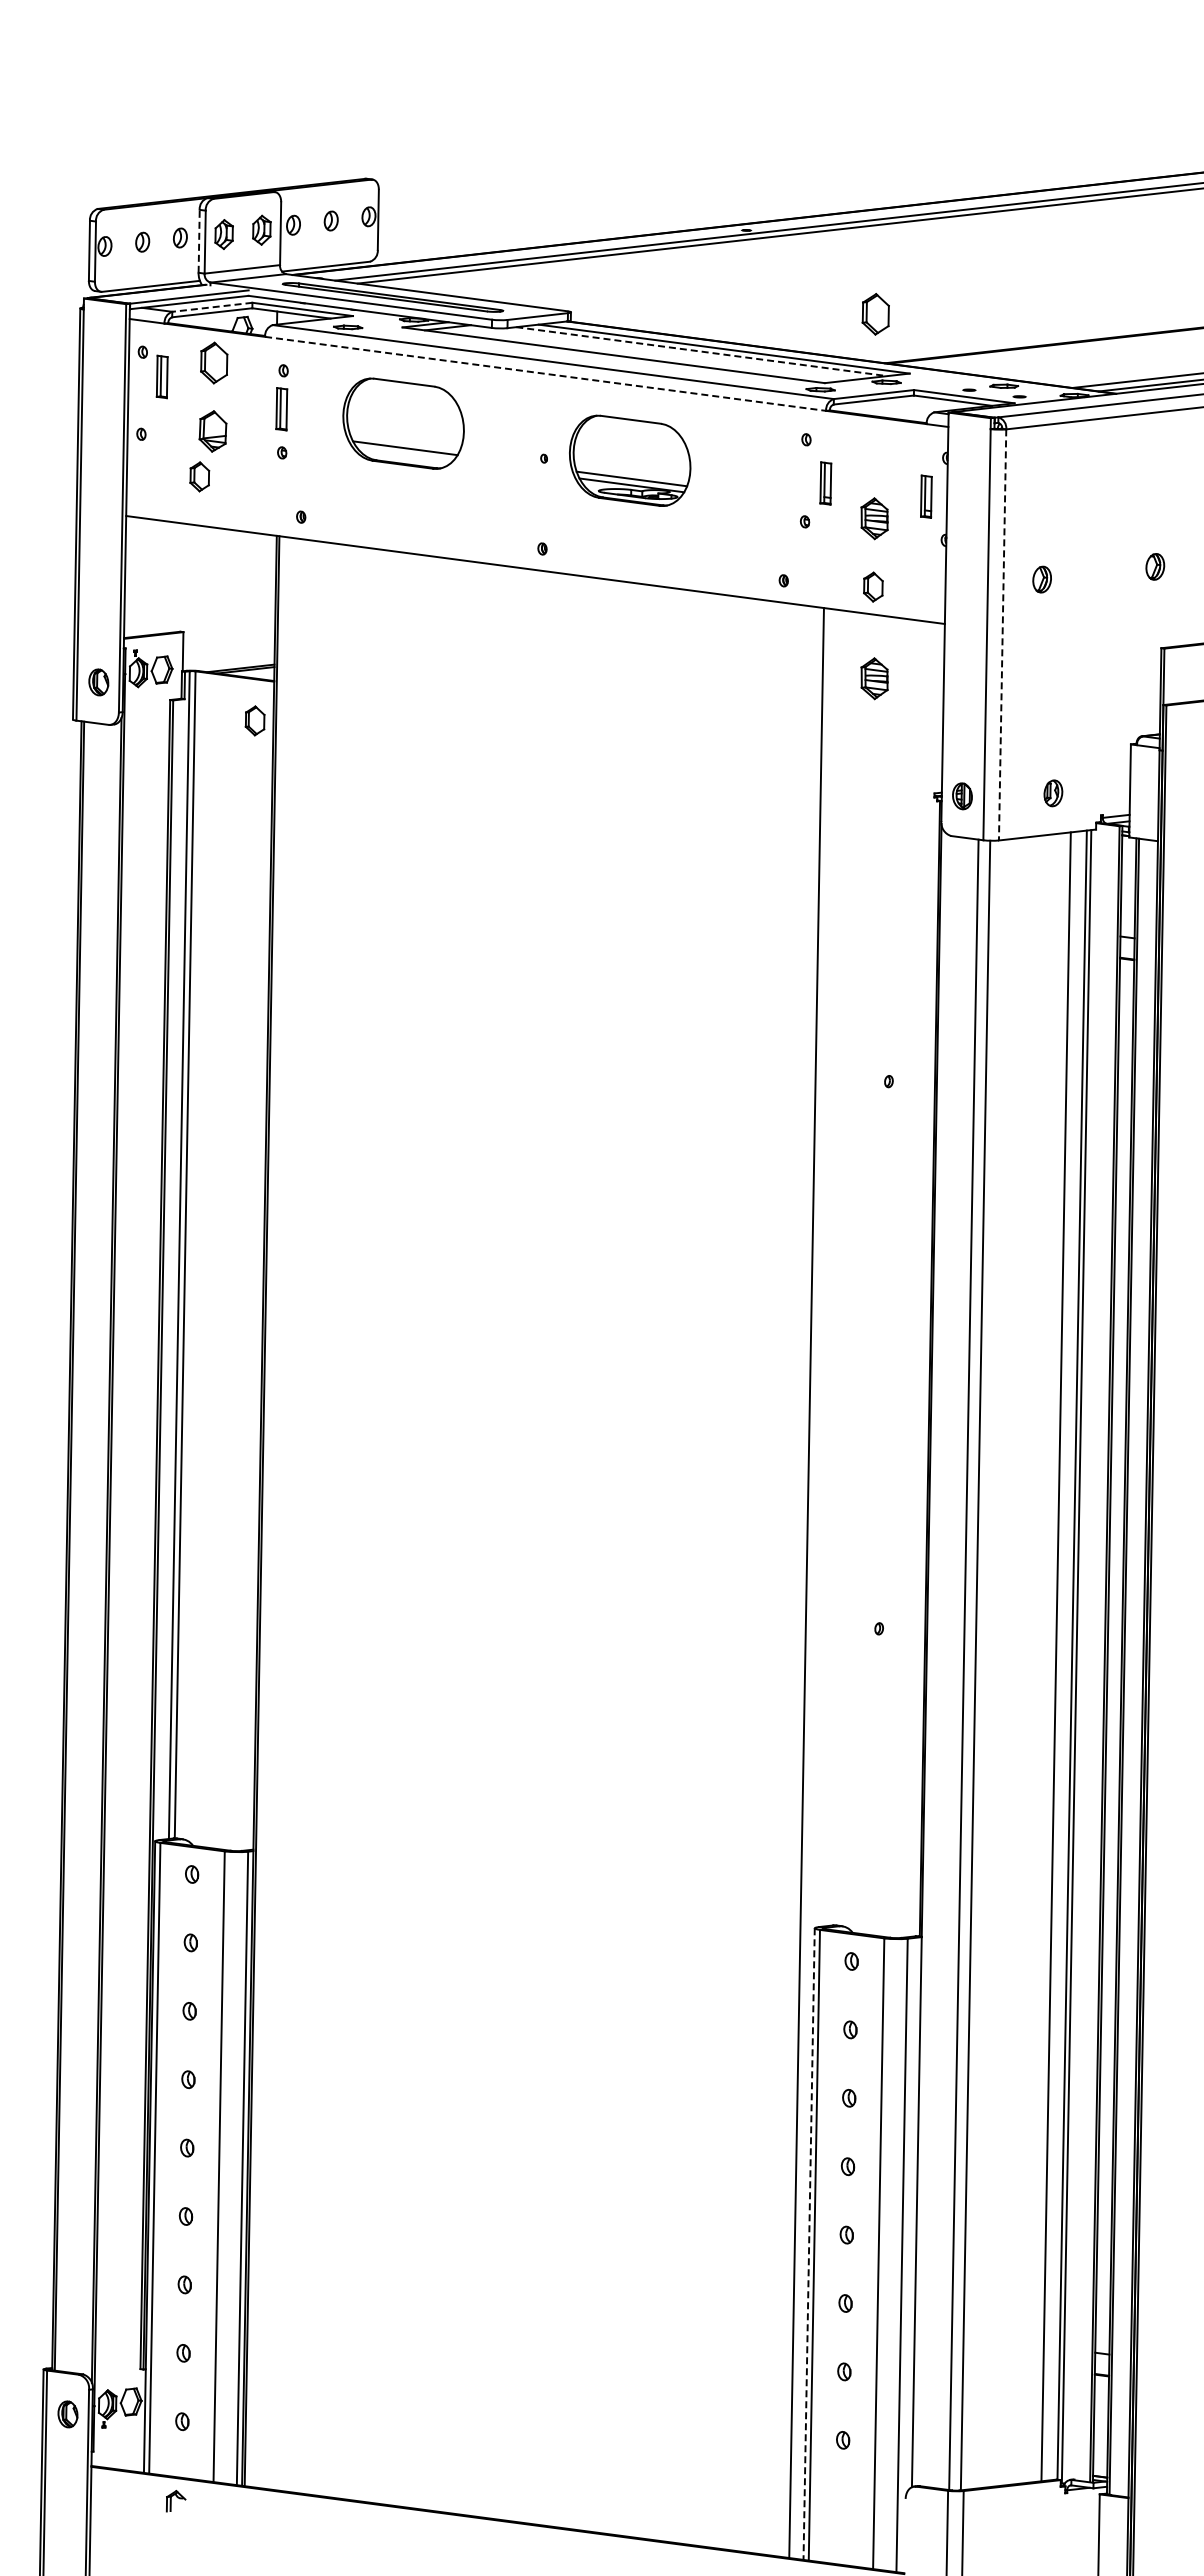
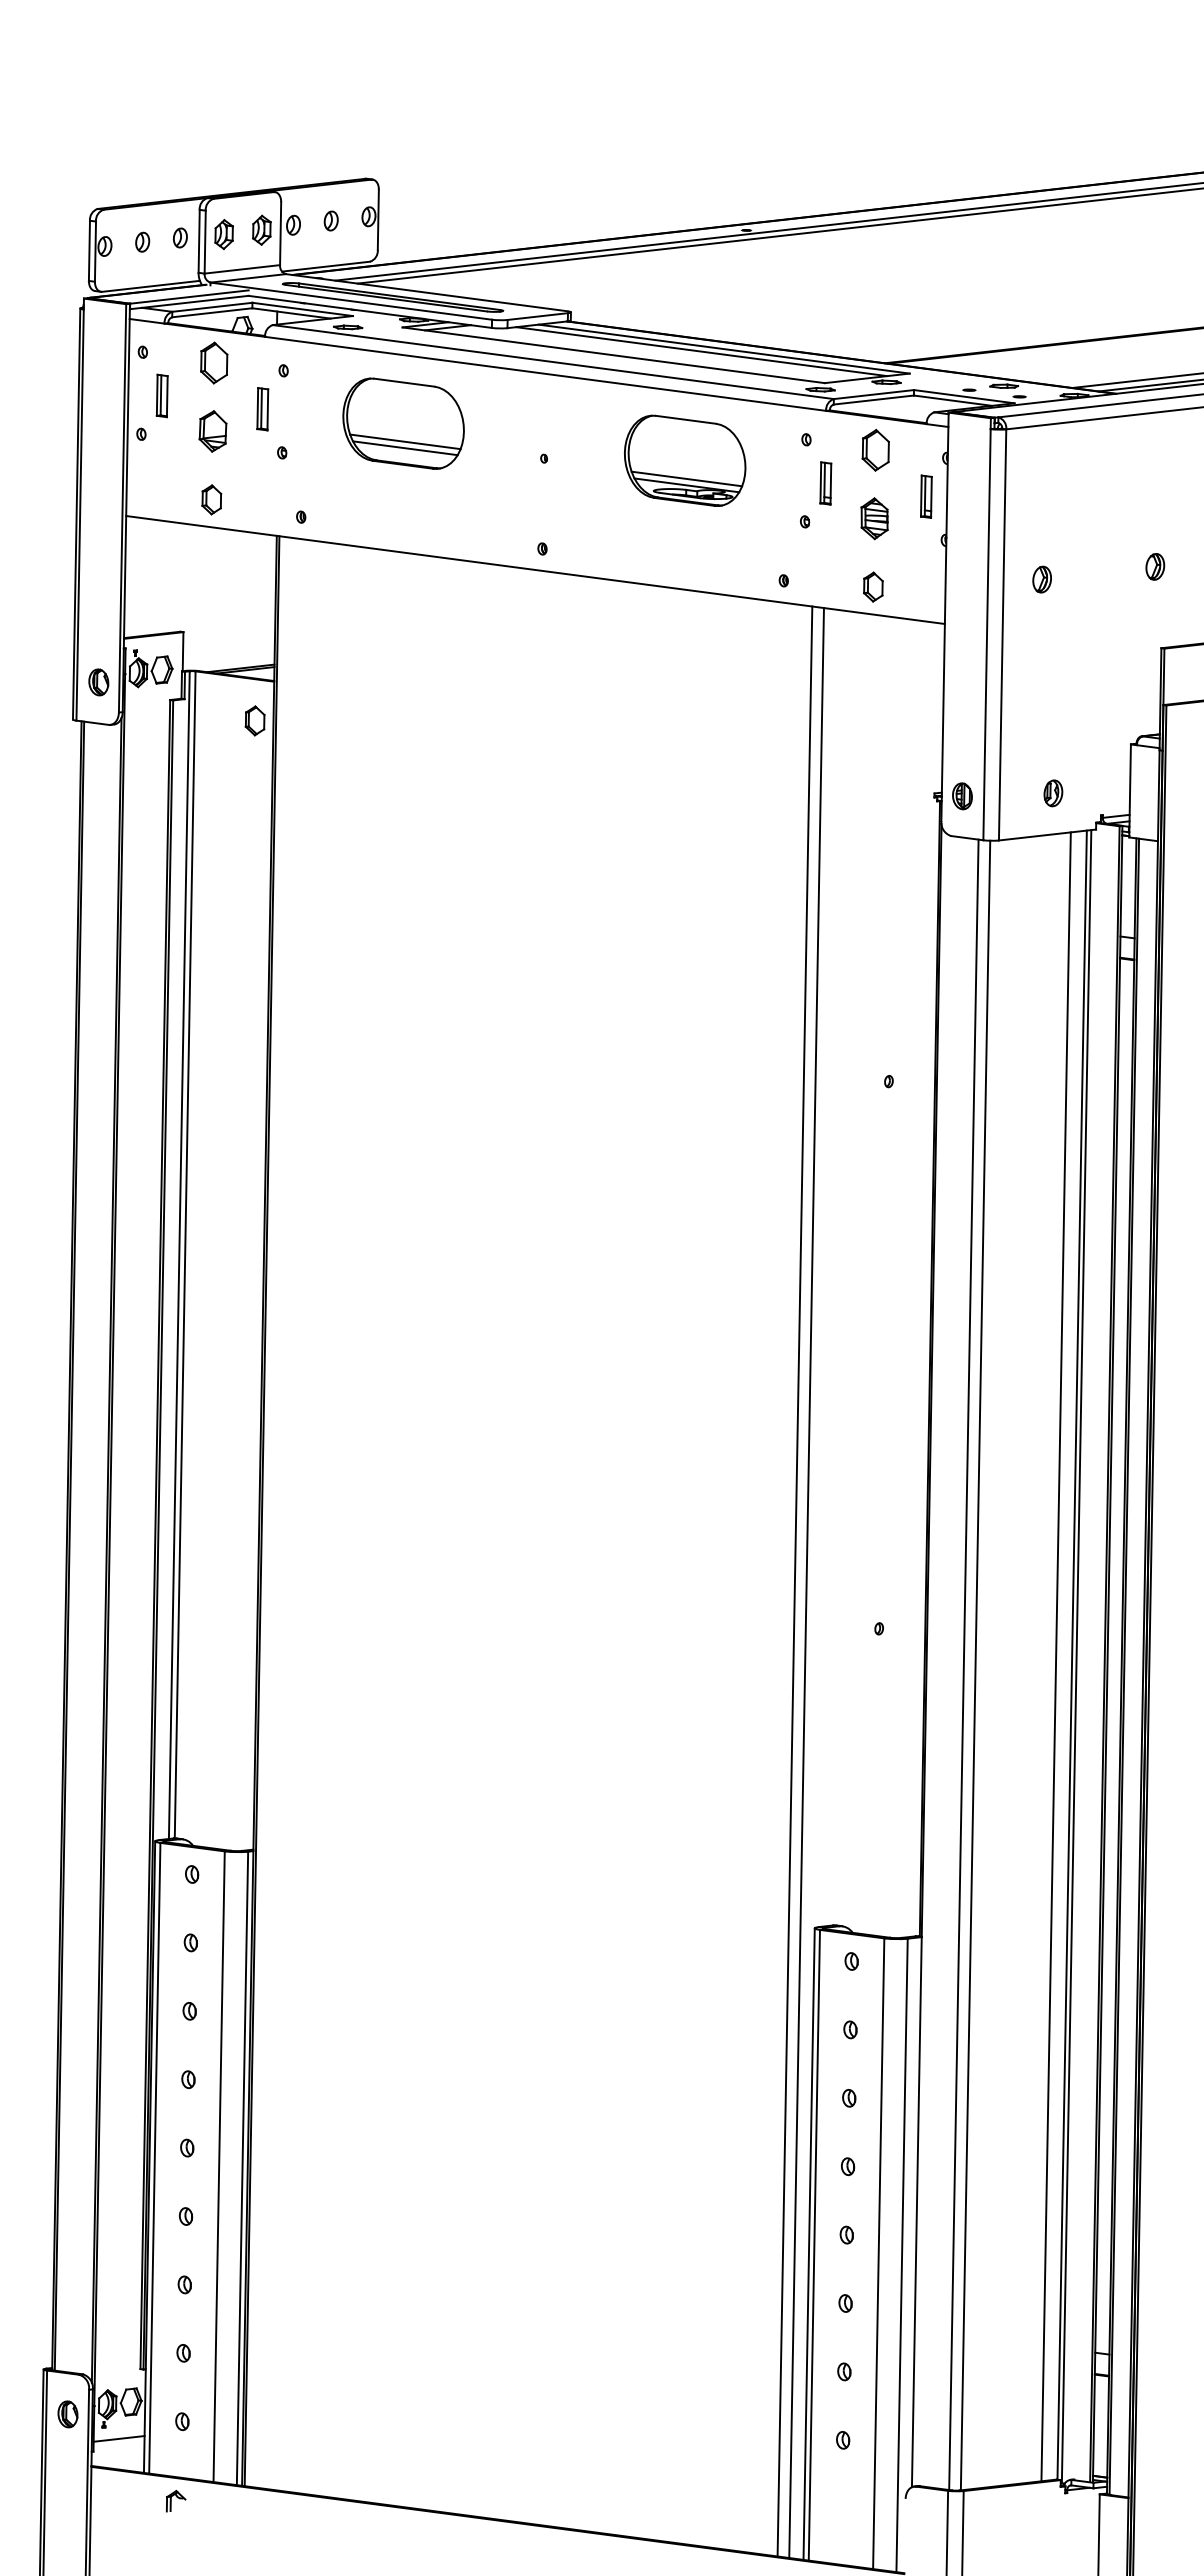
line at (199, 240): dashed -> solid
line at (211, 307): dashed -> solid
part at (875, 314) position: (875, 314) -> (875, 450)
line at (702, 351): dashed -> solid
line at (545, 373): dashed -> solid
part at (161, 376) position: (161, 376) -> (161, 395)
part at (281, 409) position: (281, 409) -> (262, 409)
line at (405, 441): none -> present
part at (630, 460) position: (630, 460) -> (685, 460)
part at (199, 476) position: (199, 476) -> (211, 499)
line at (1002, 634): dashed -> solid
part at (874, 678): present -> none
line at (794, 1581): none -> present
line at (809, 2244): dashed -> solid
line at (118, 2438): none -> present
